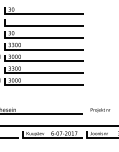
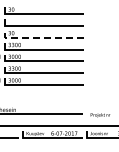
line at (40, 37): solid -> dashed
text at (100, 110) position: (100, 110) -> (100, 115)
